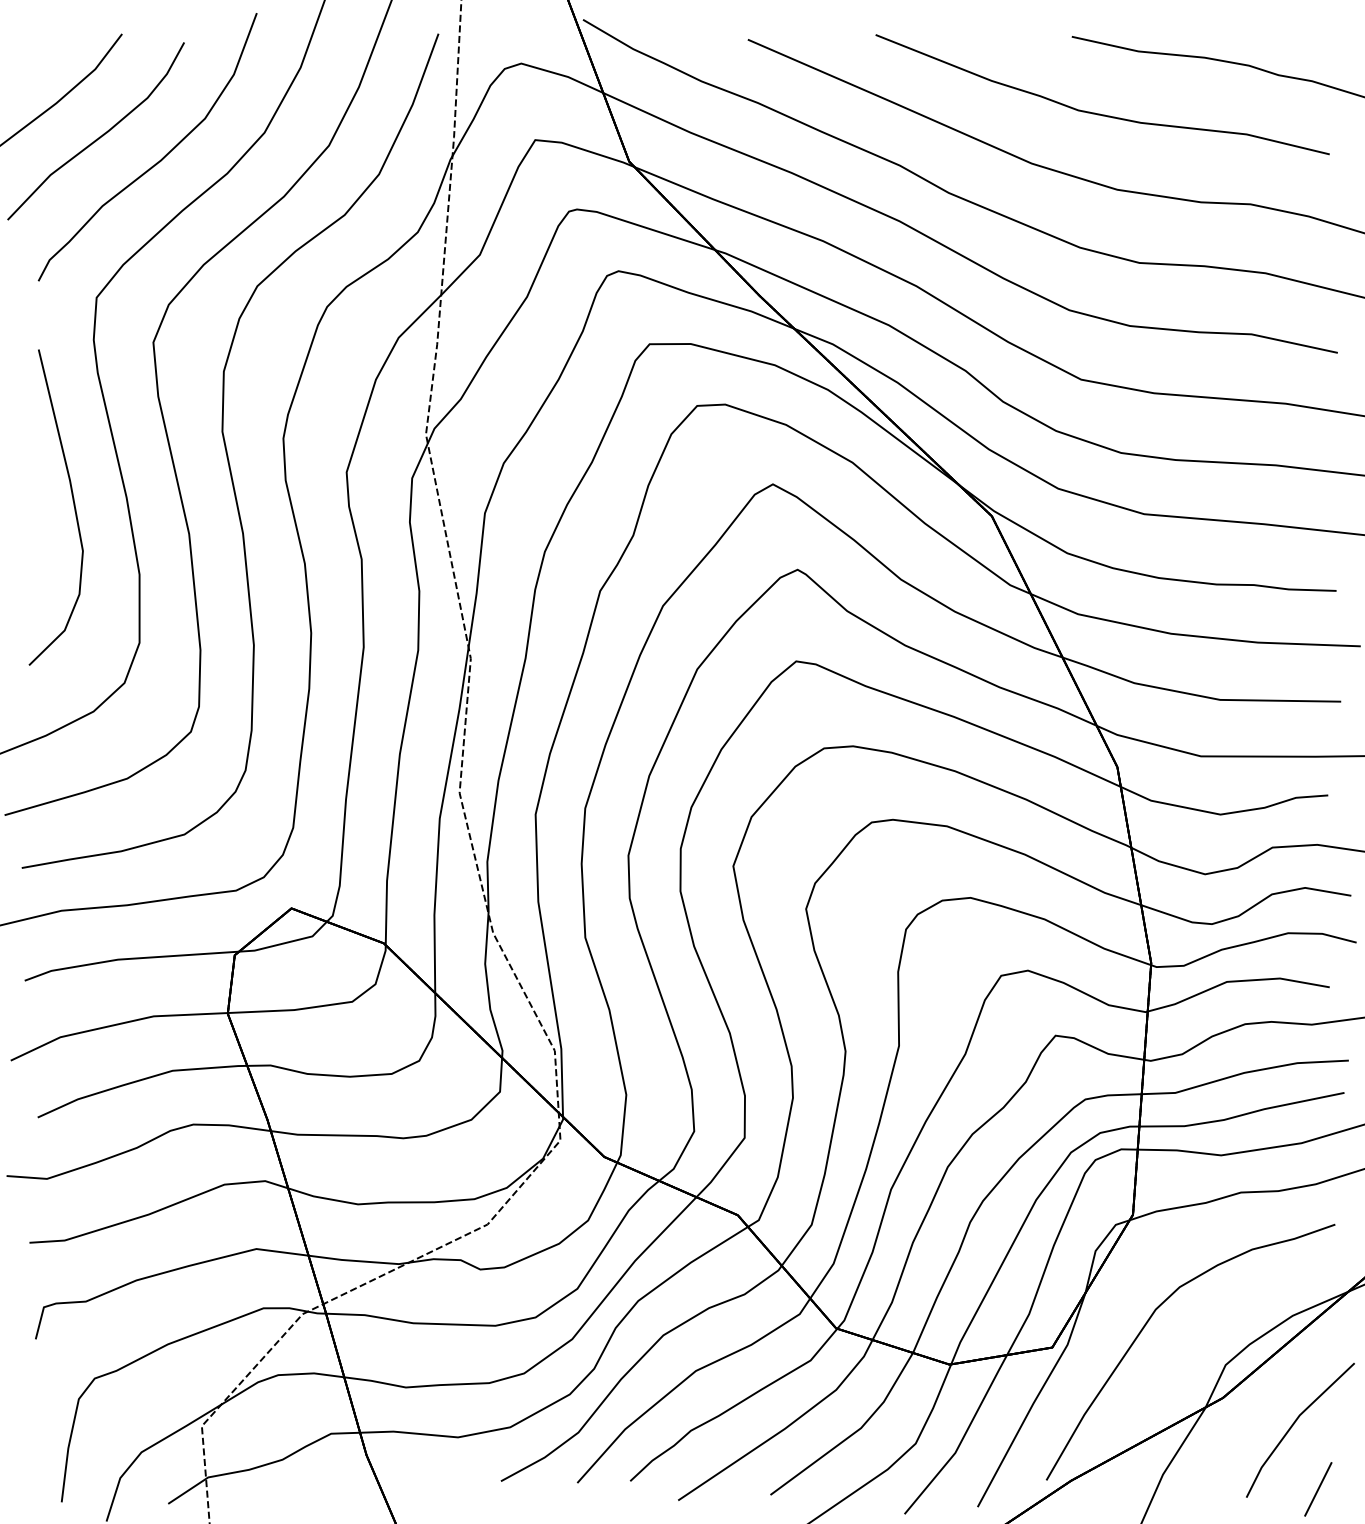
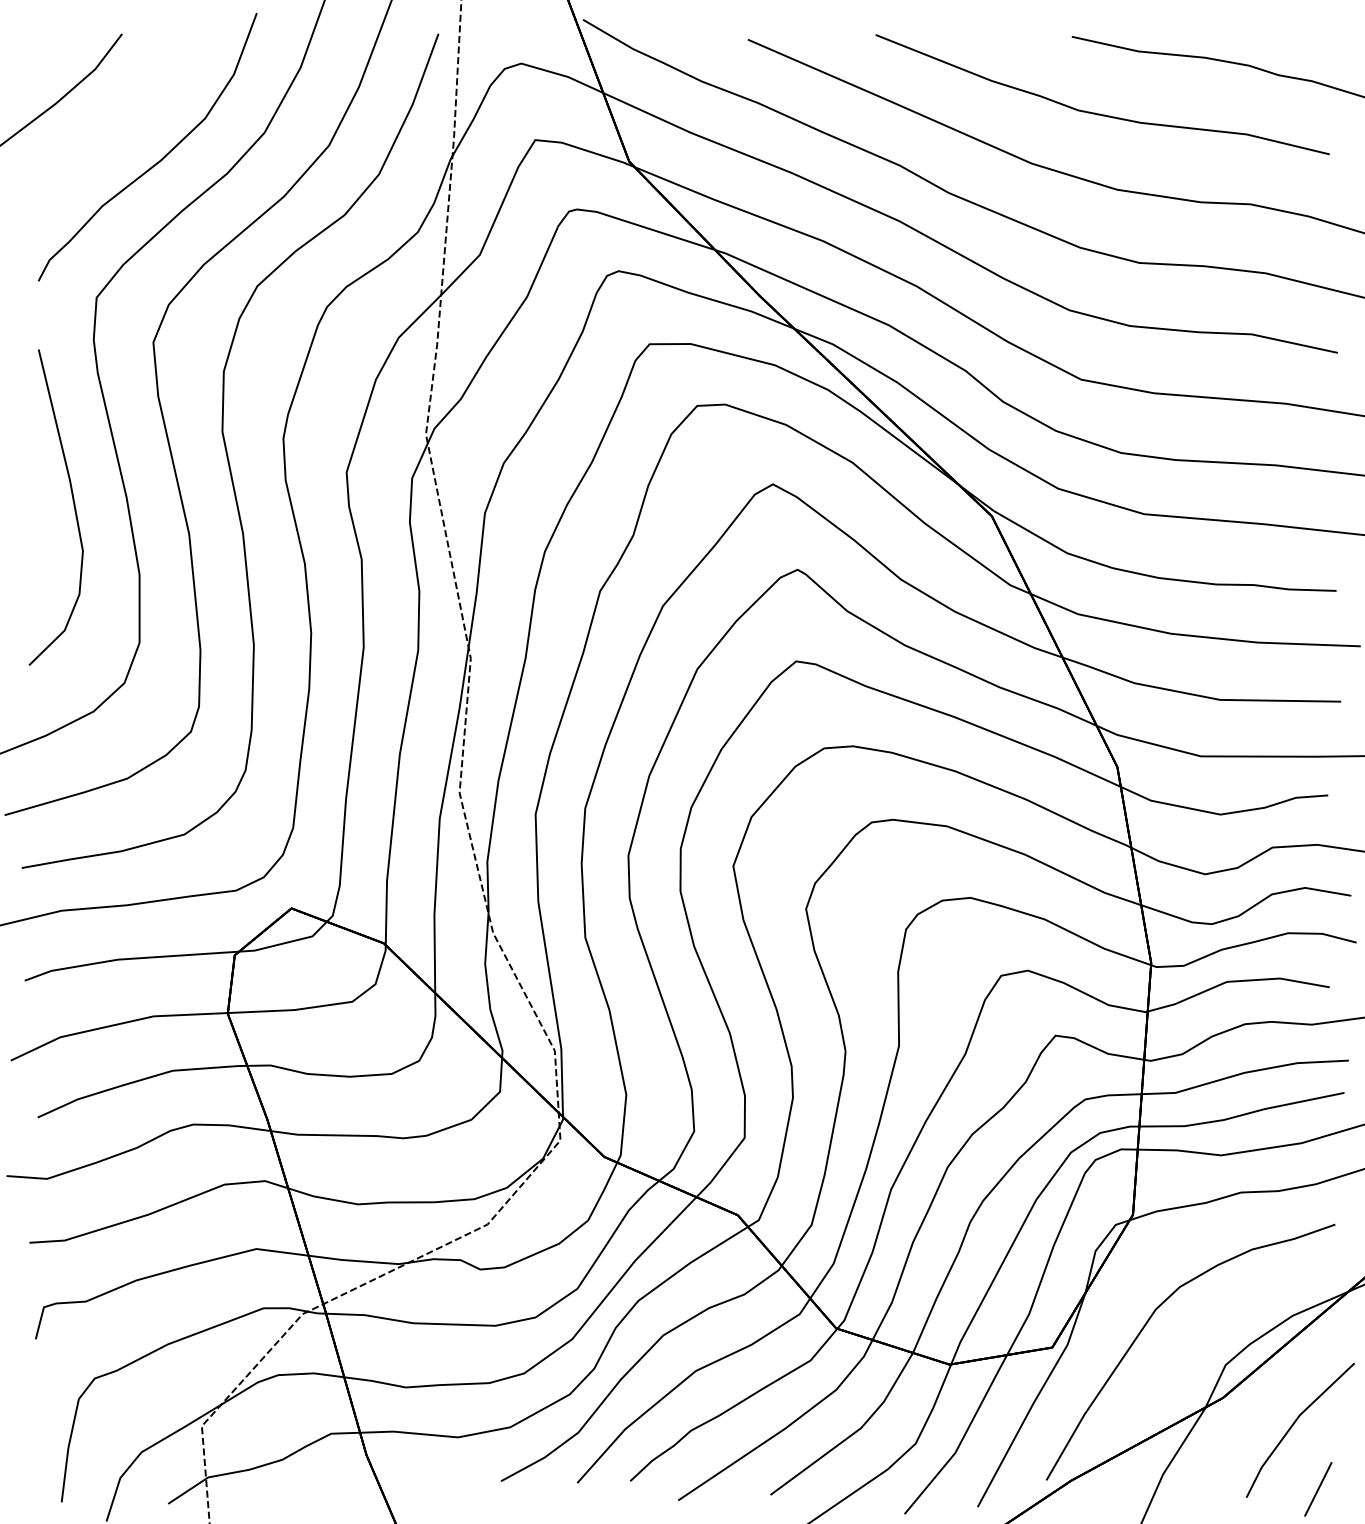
curve at (99, 136): present -> none
